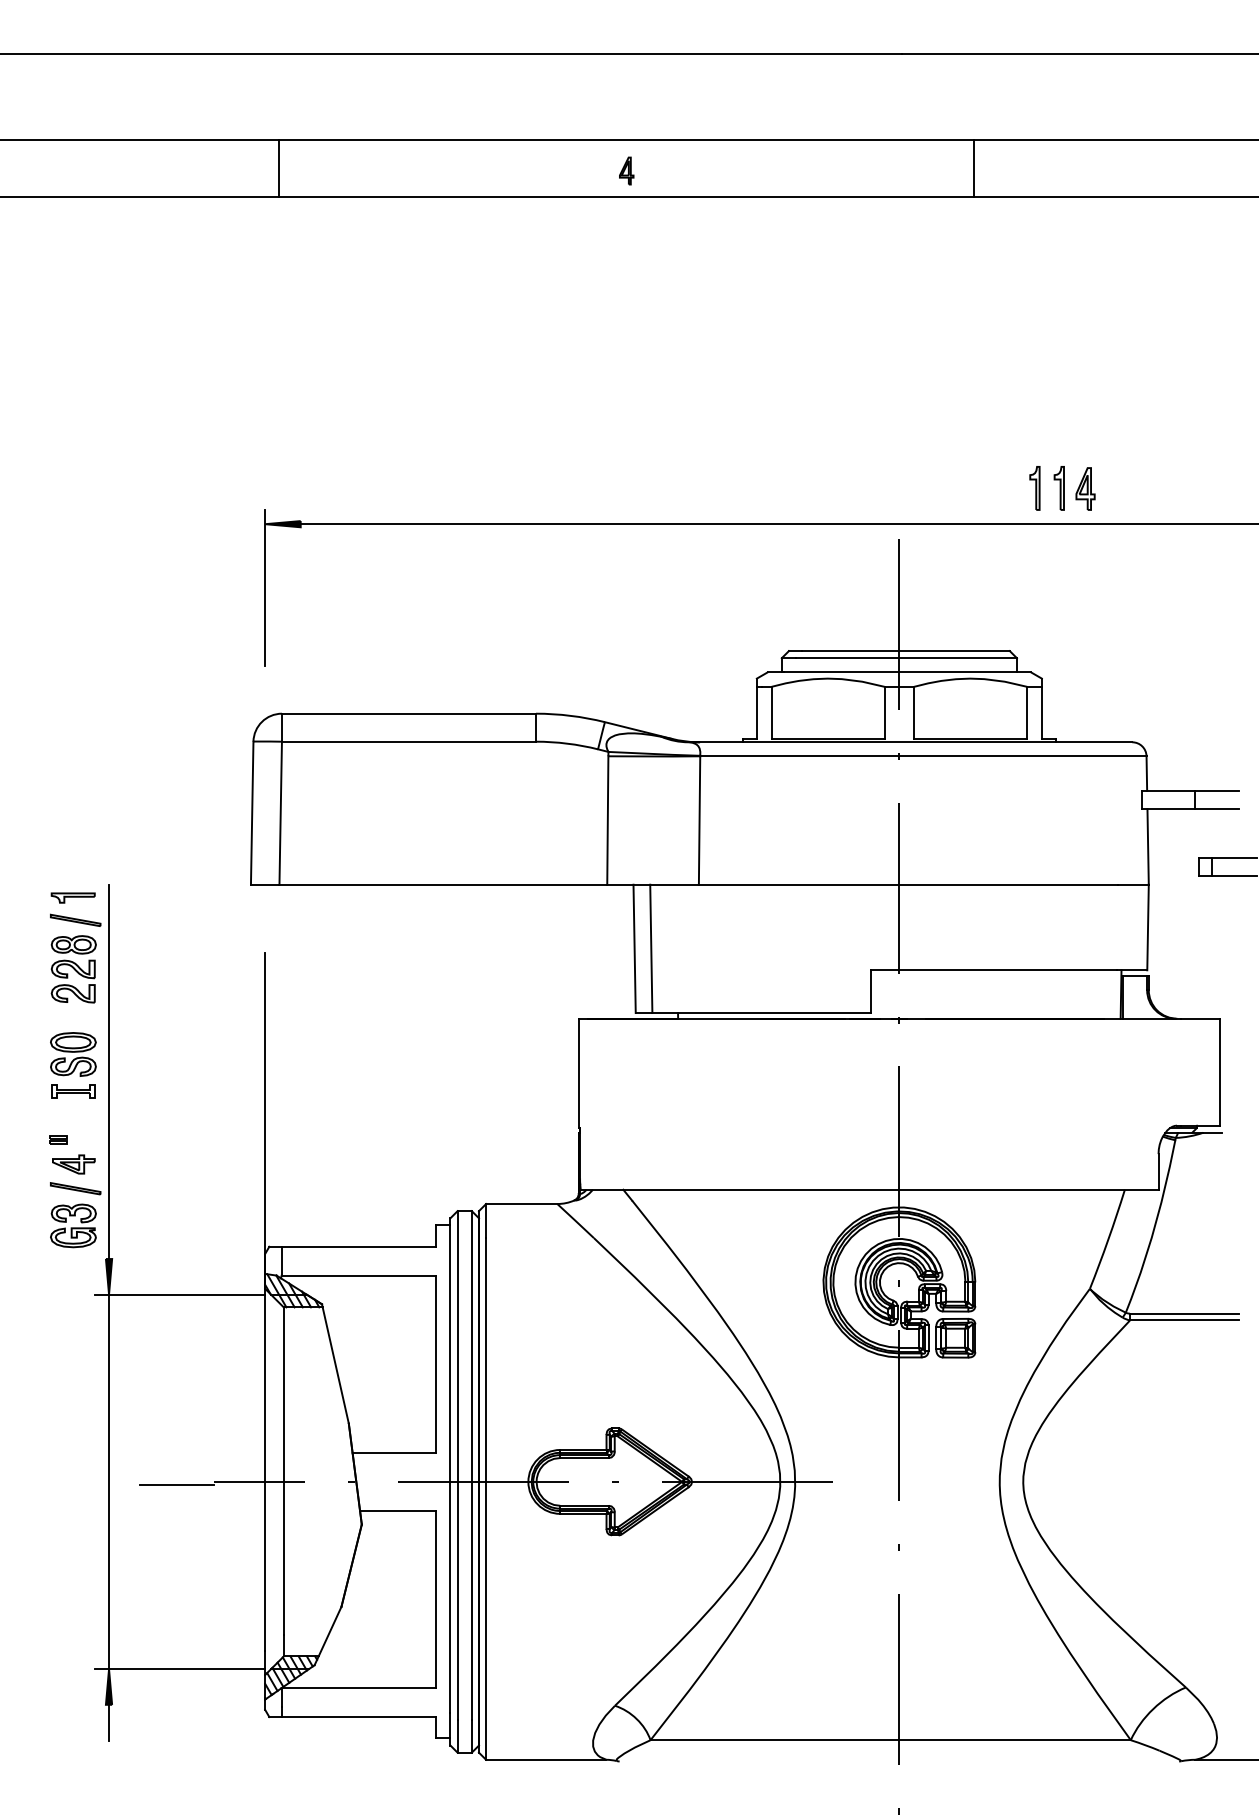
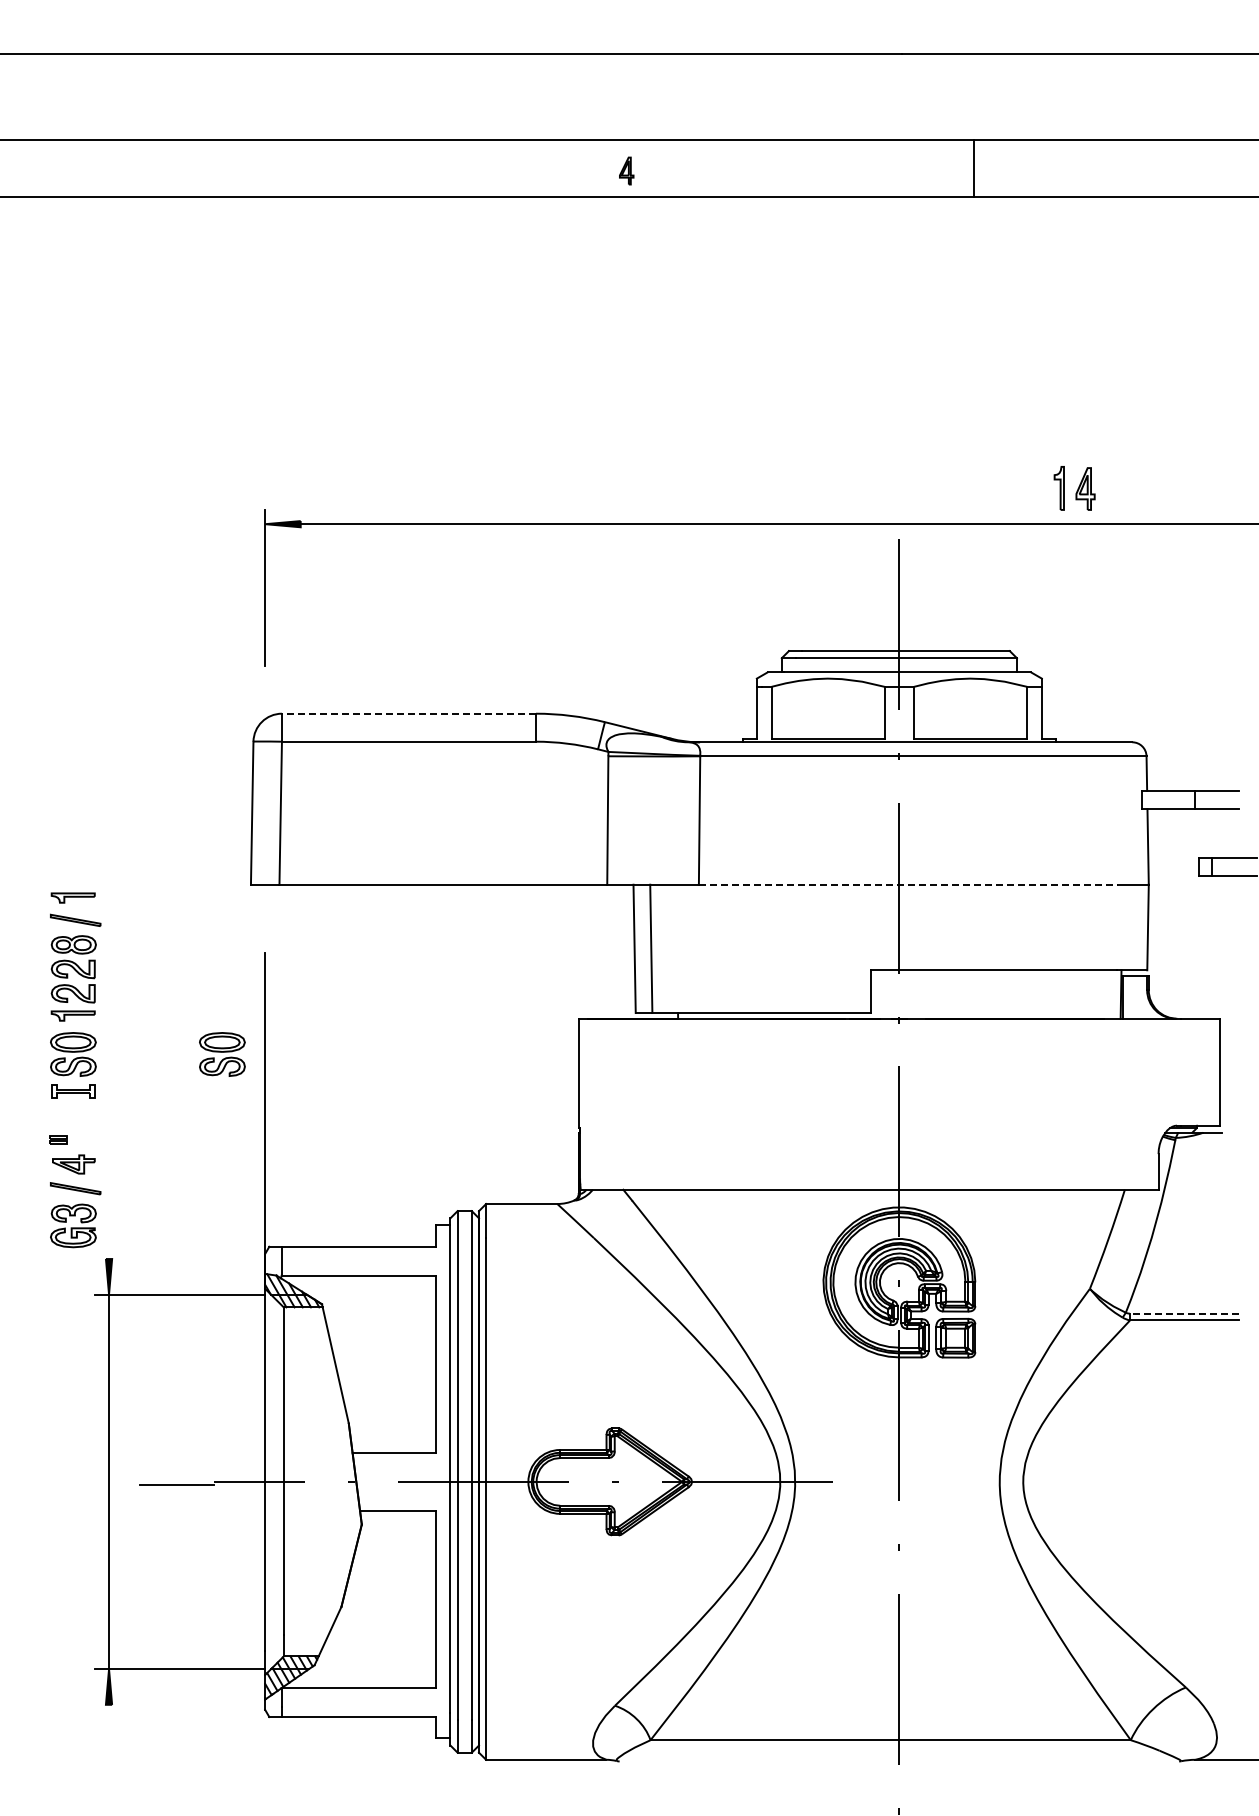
line at (278, 167): present -> none
part at (1034, 488): present -> none
line at (408, 713): solid -> dashed
line at (908, 884): solid -> dashed
part at (72, 1015): none -> present
part at (222, 1054): none -> present
line at (109, 1071): present -> none
line at (1183, 1313): solid -> dashed
line at (109, 1722): present -> none
